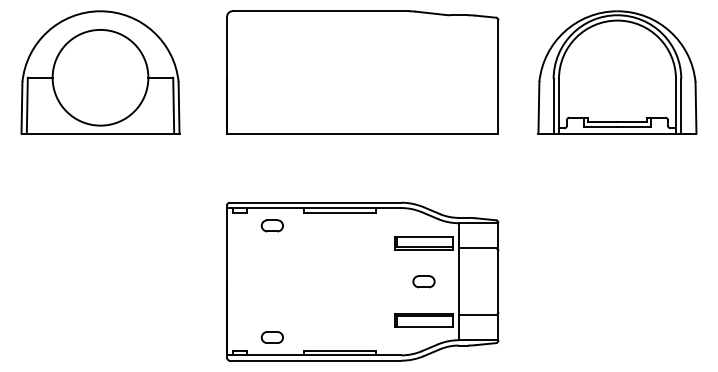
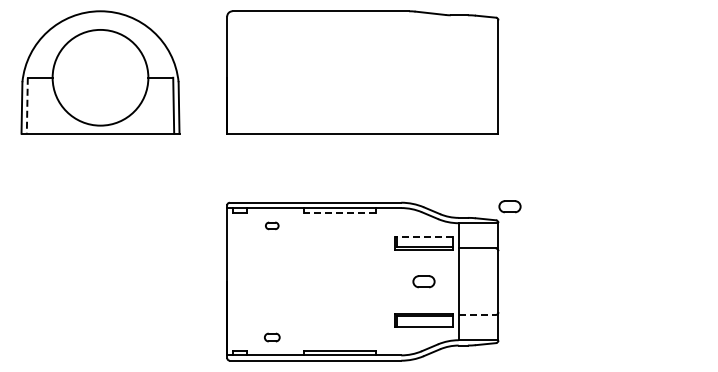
part at (617, 72): present -> none
line at (27, 105): solid -> dashed
part at (509, 206): none -> present
line at (340, 212): solid -> dashed
part at (271, 225) size: 24x14 px -> 15x10 px
line at (423, 236): solid -> dashed
line at (477, 314): solid -> dashed
part at (271, 337) size: 24x13 px -> 17x11 px
